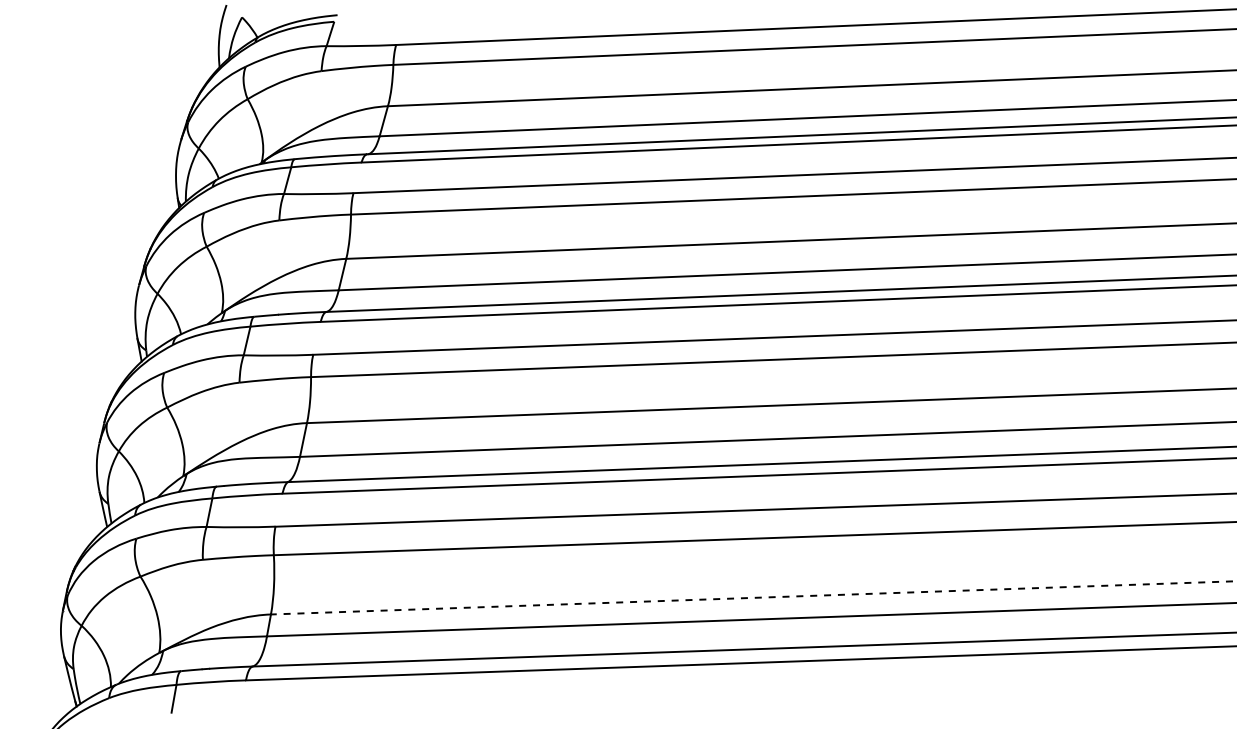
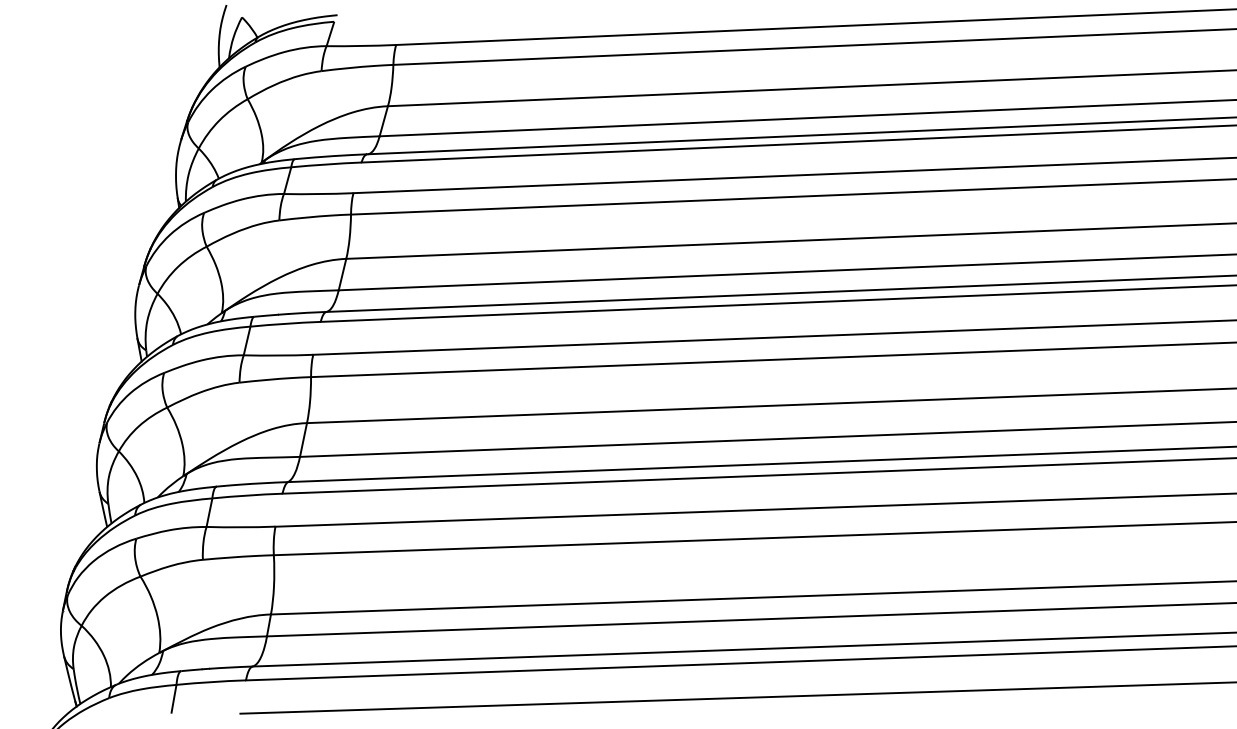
line at (753, 597): dashed -> solid
line at (736, 697): none -> present
